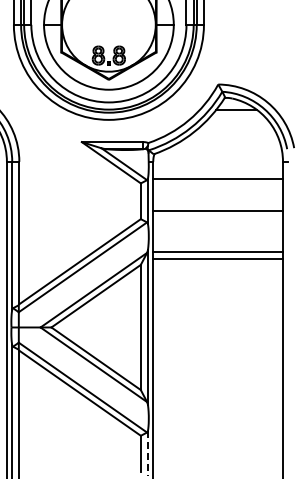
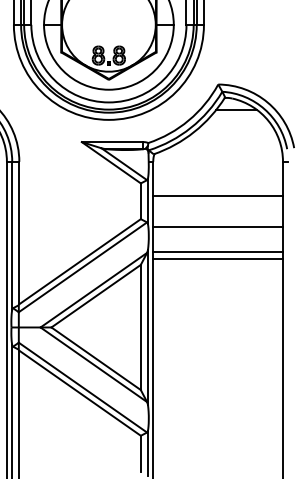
line at (218, 178) position: (218, 178) -> (218, 195)
line at (218, 211) position: (218, 211) -> (218, 227)
line at (147, 453): dashed -> solid
